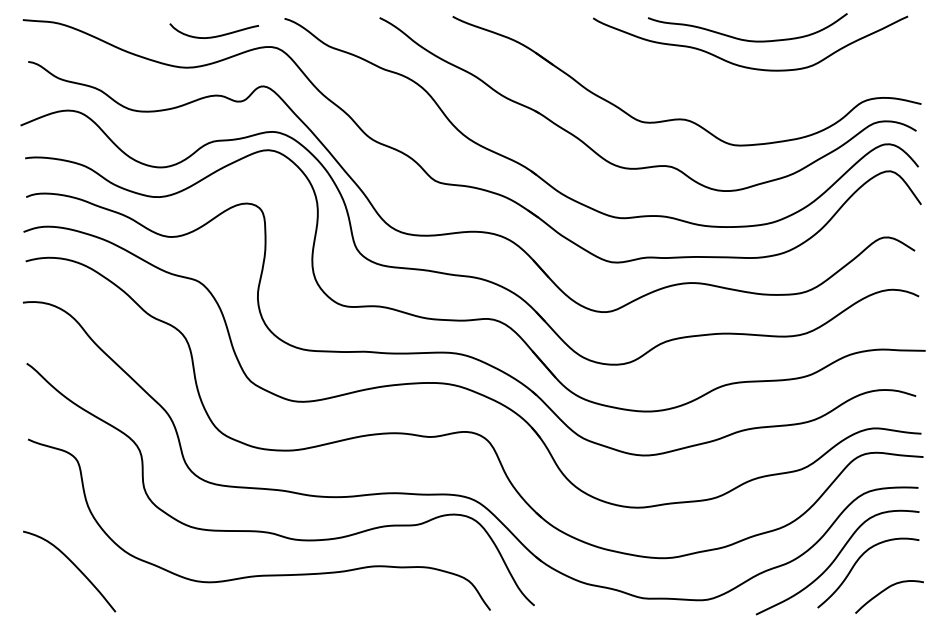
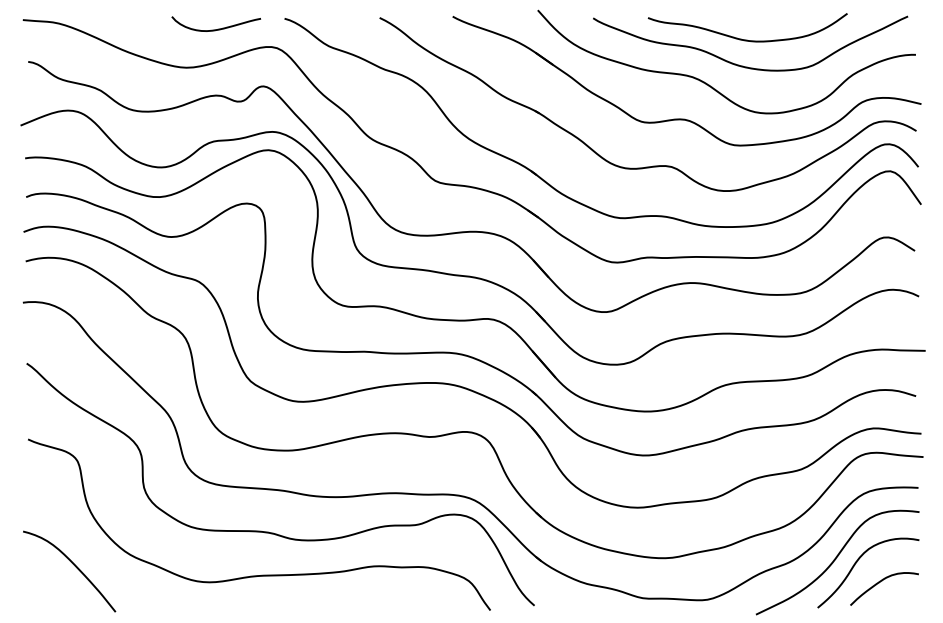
curve at (216, 35) position: (216, 35) -> (218, 28)
curve at (709, 84): none -> present
curve at (884, 591) position: (884, 591) -> (879, 583)
